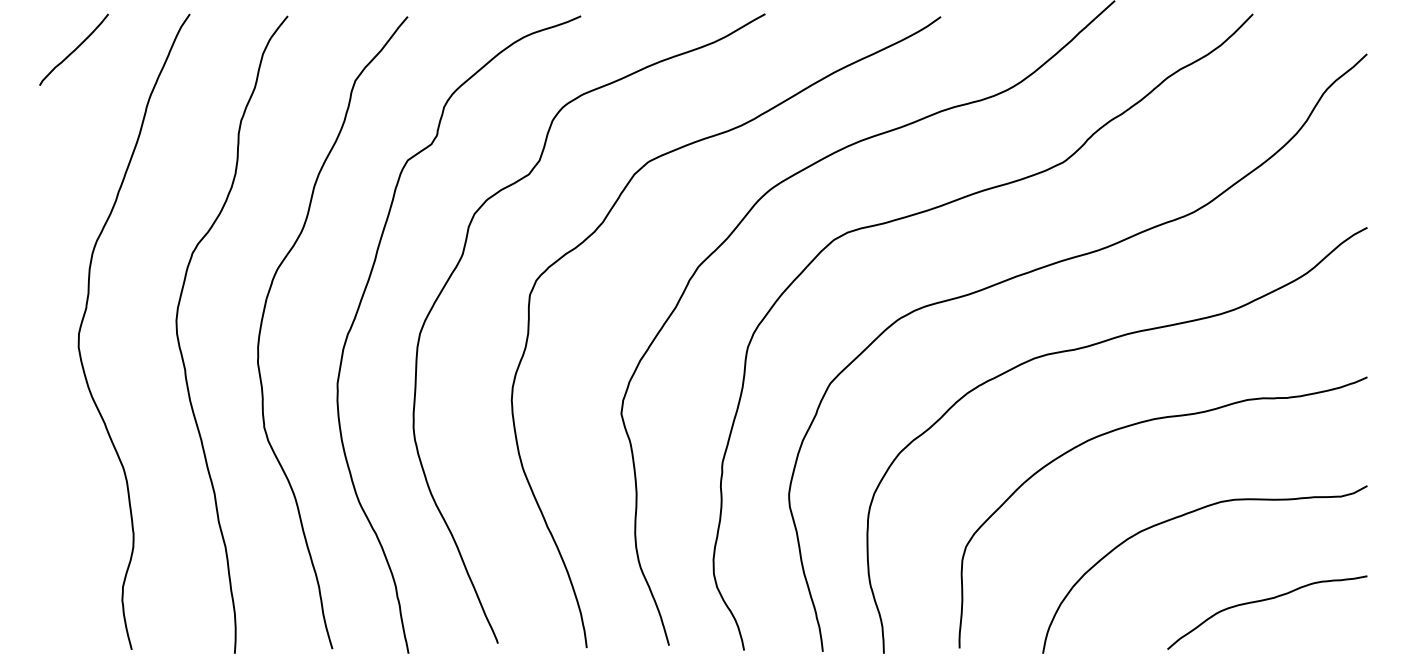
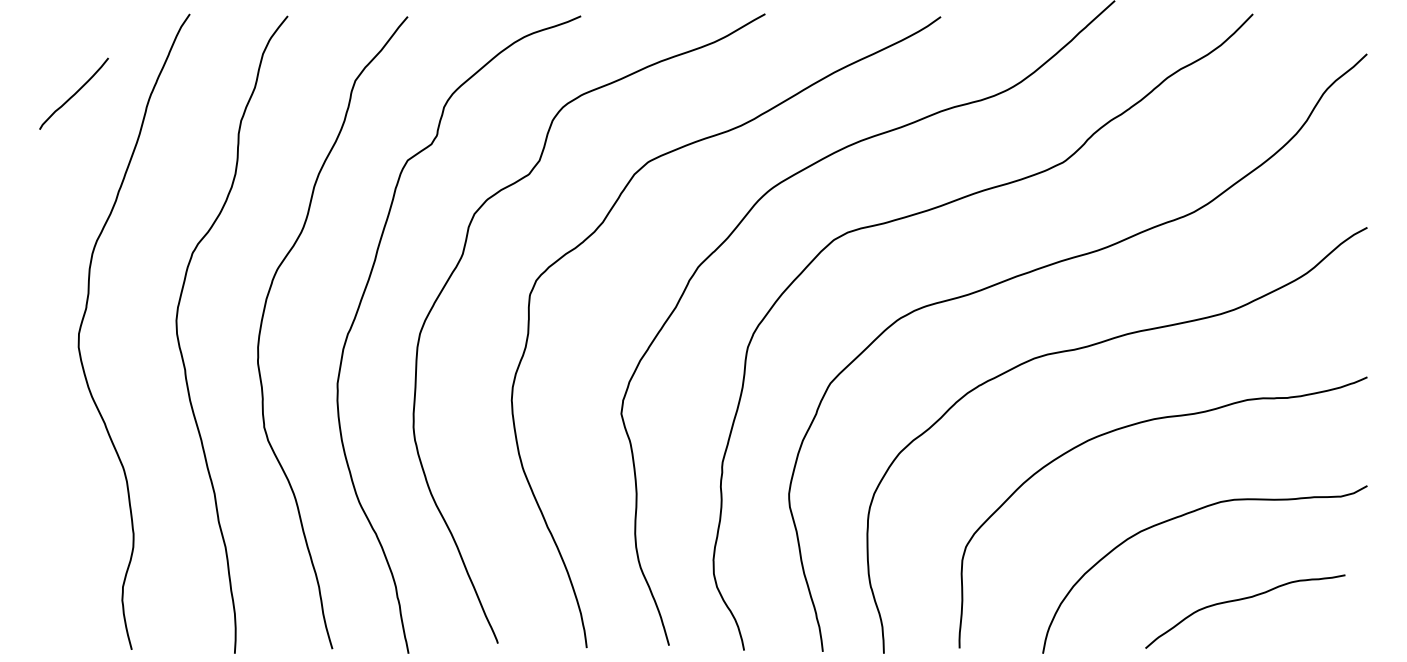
curve at (74, 49) position: (74, 49) -> (74, 93)
curve at (1263, 601) position: (1263, 601) -> (1241, 600)
